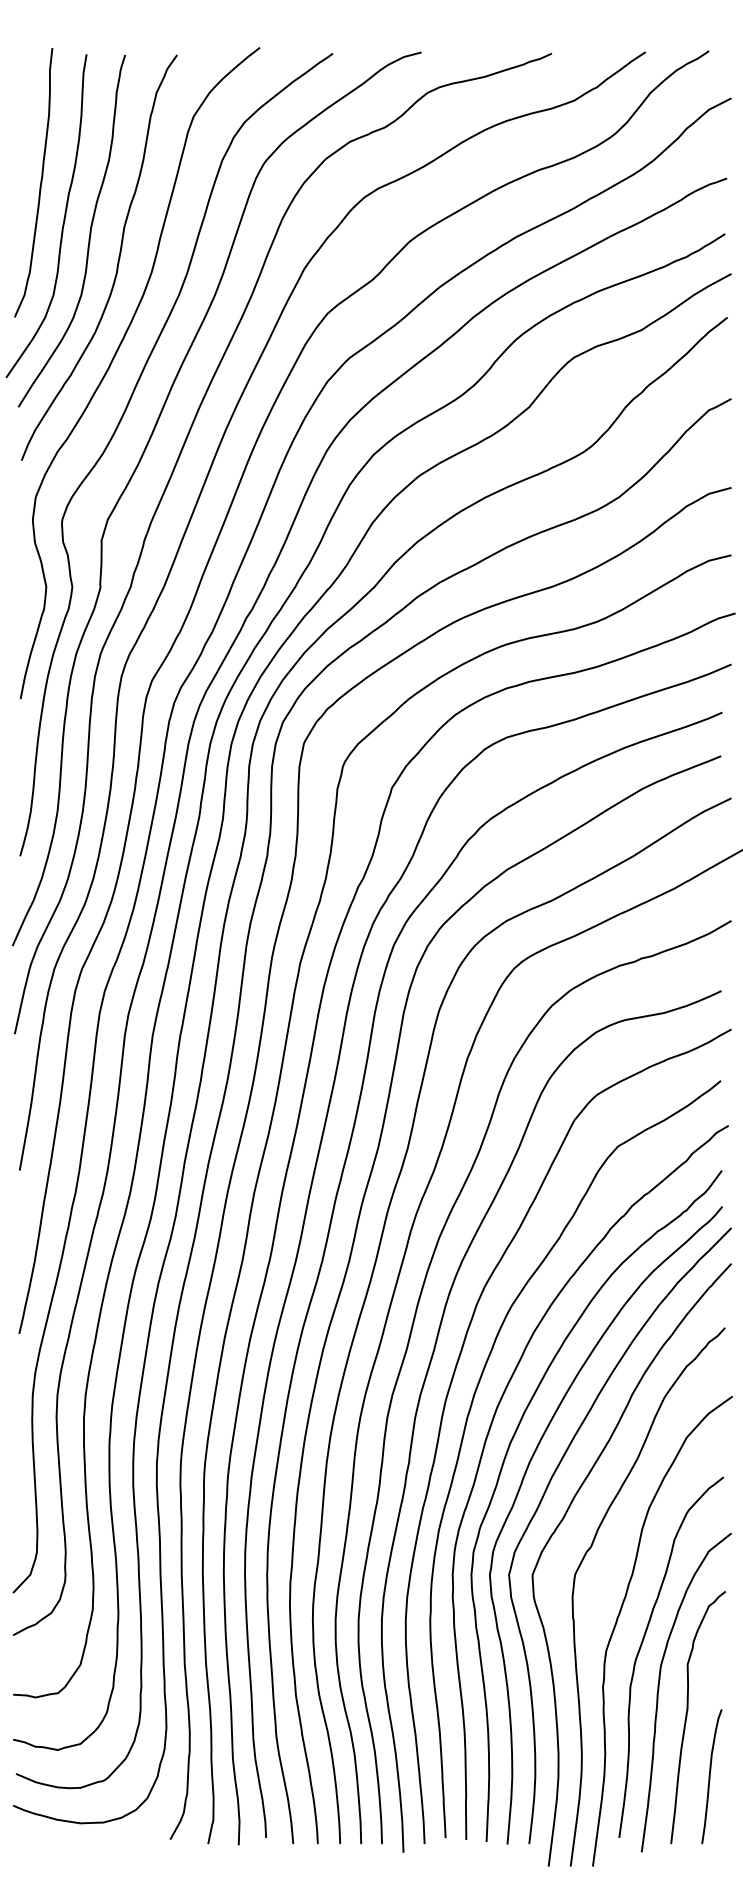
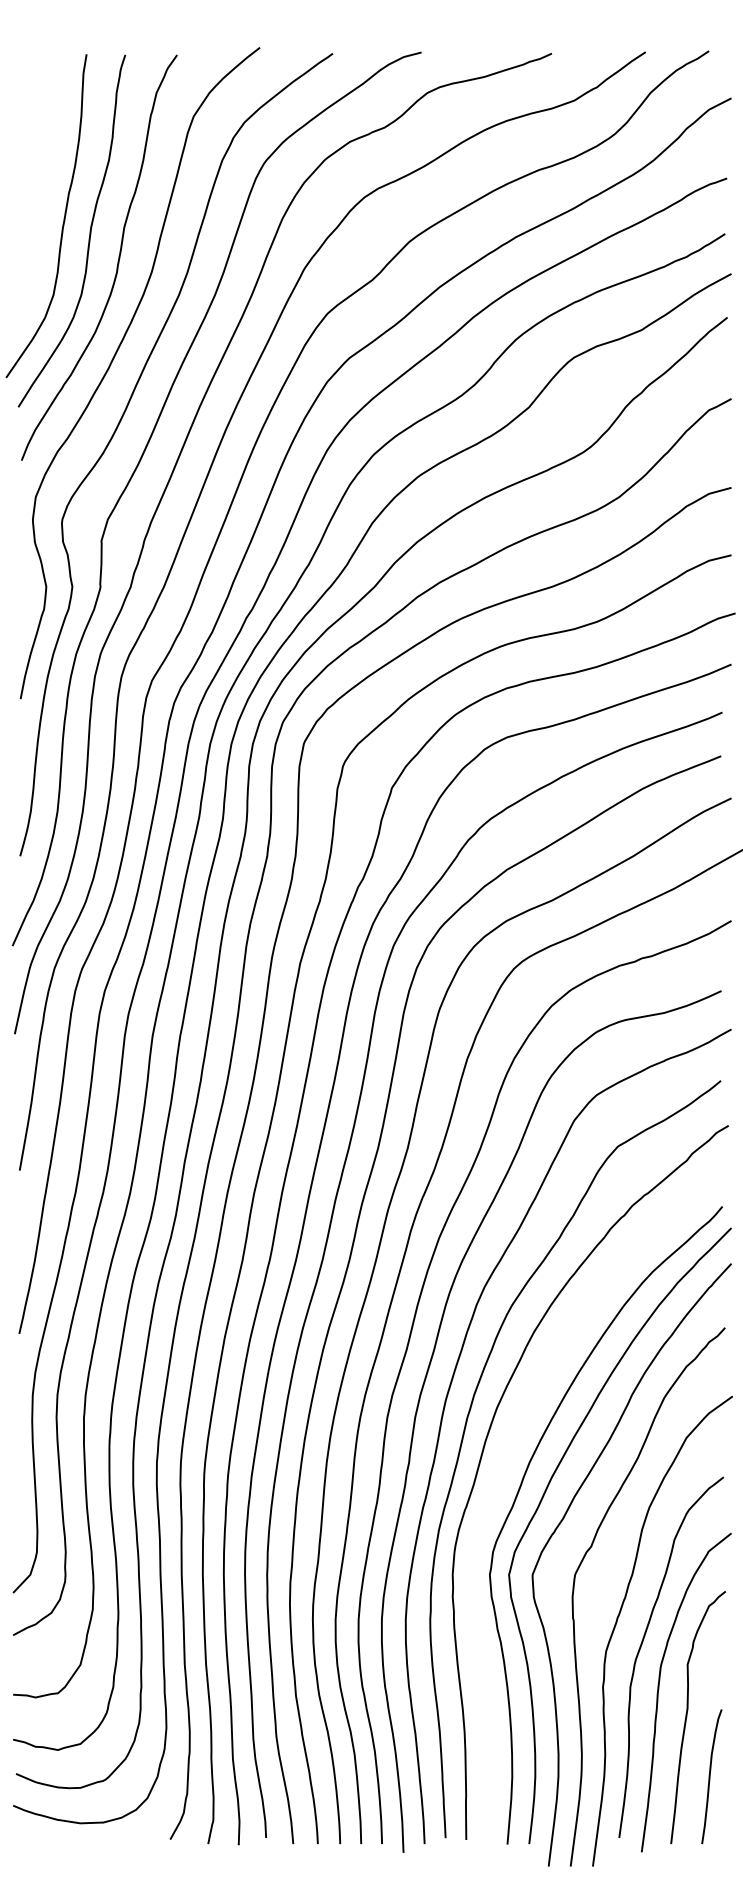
curve at (40, 182): present -> none
curve at (499, 1479): present -> none
